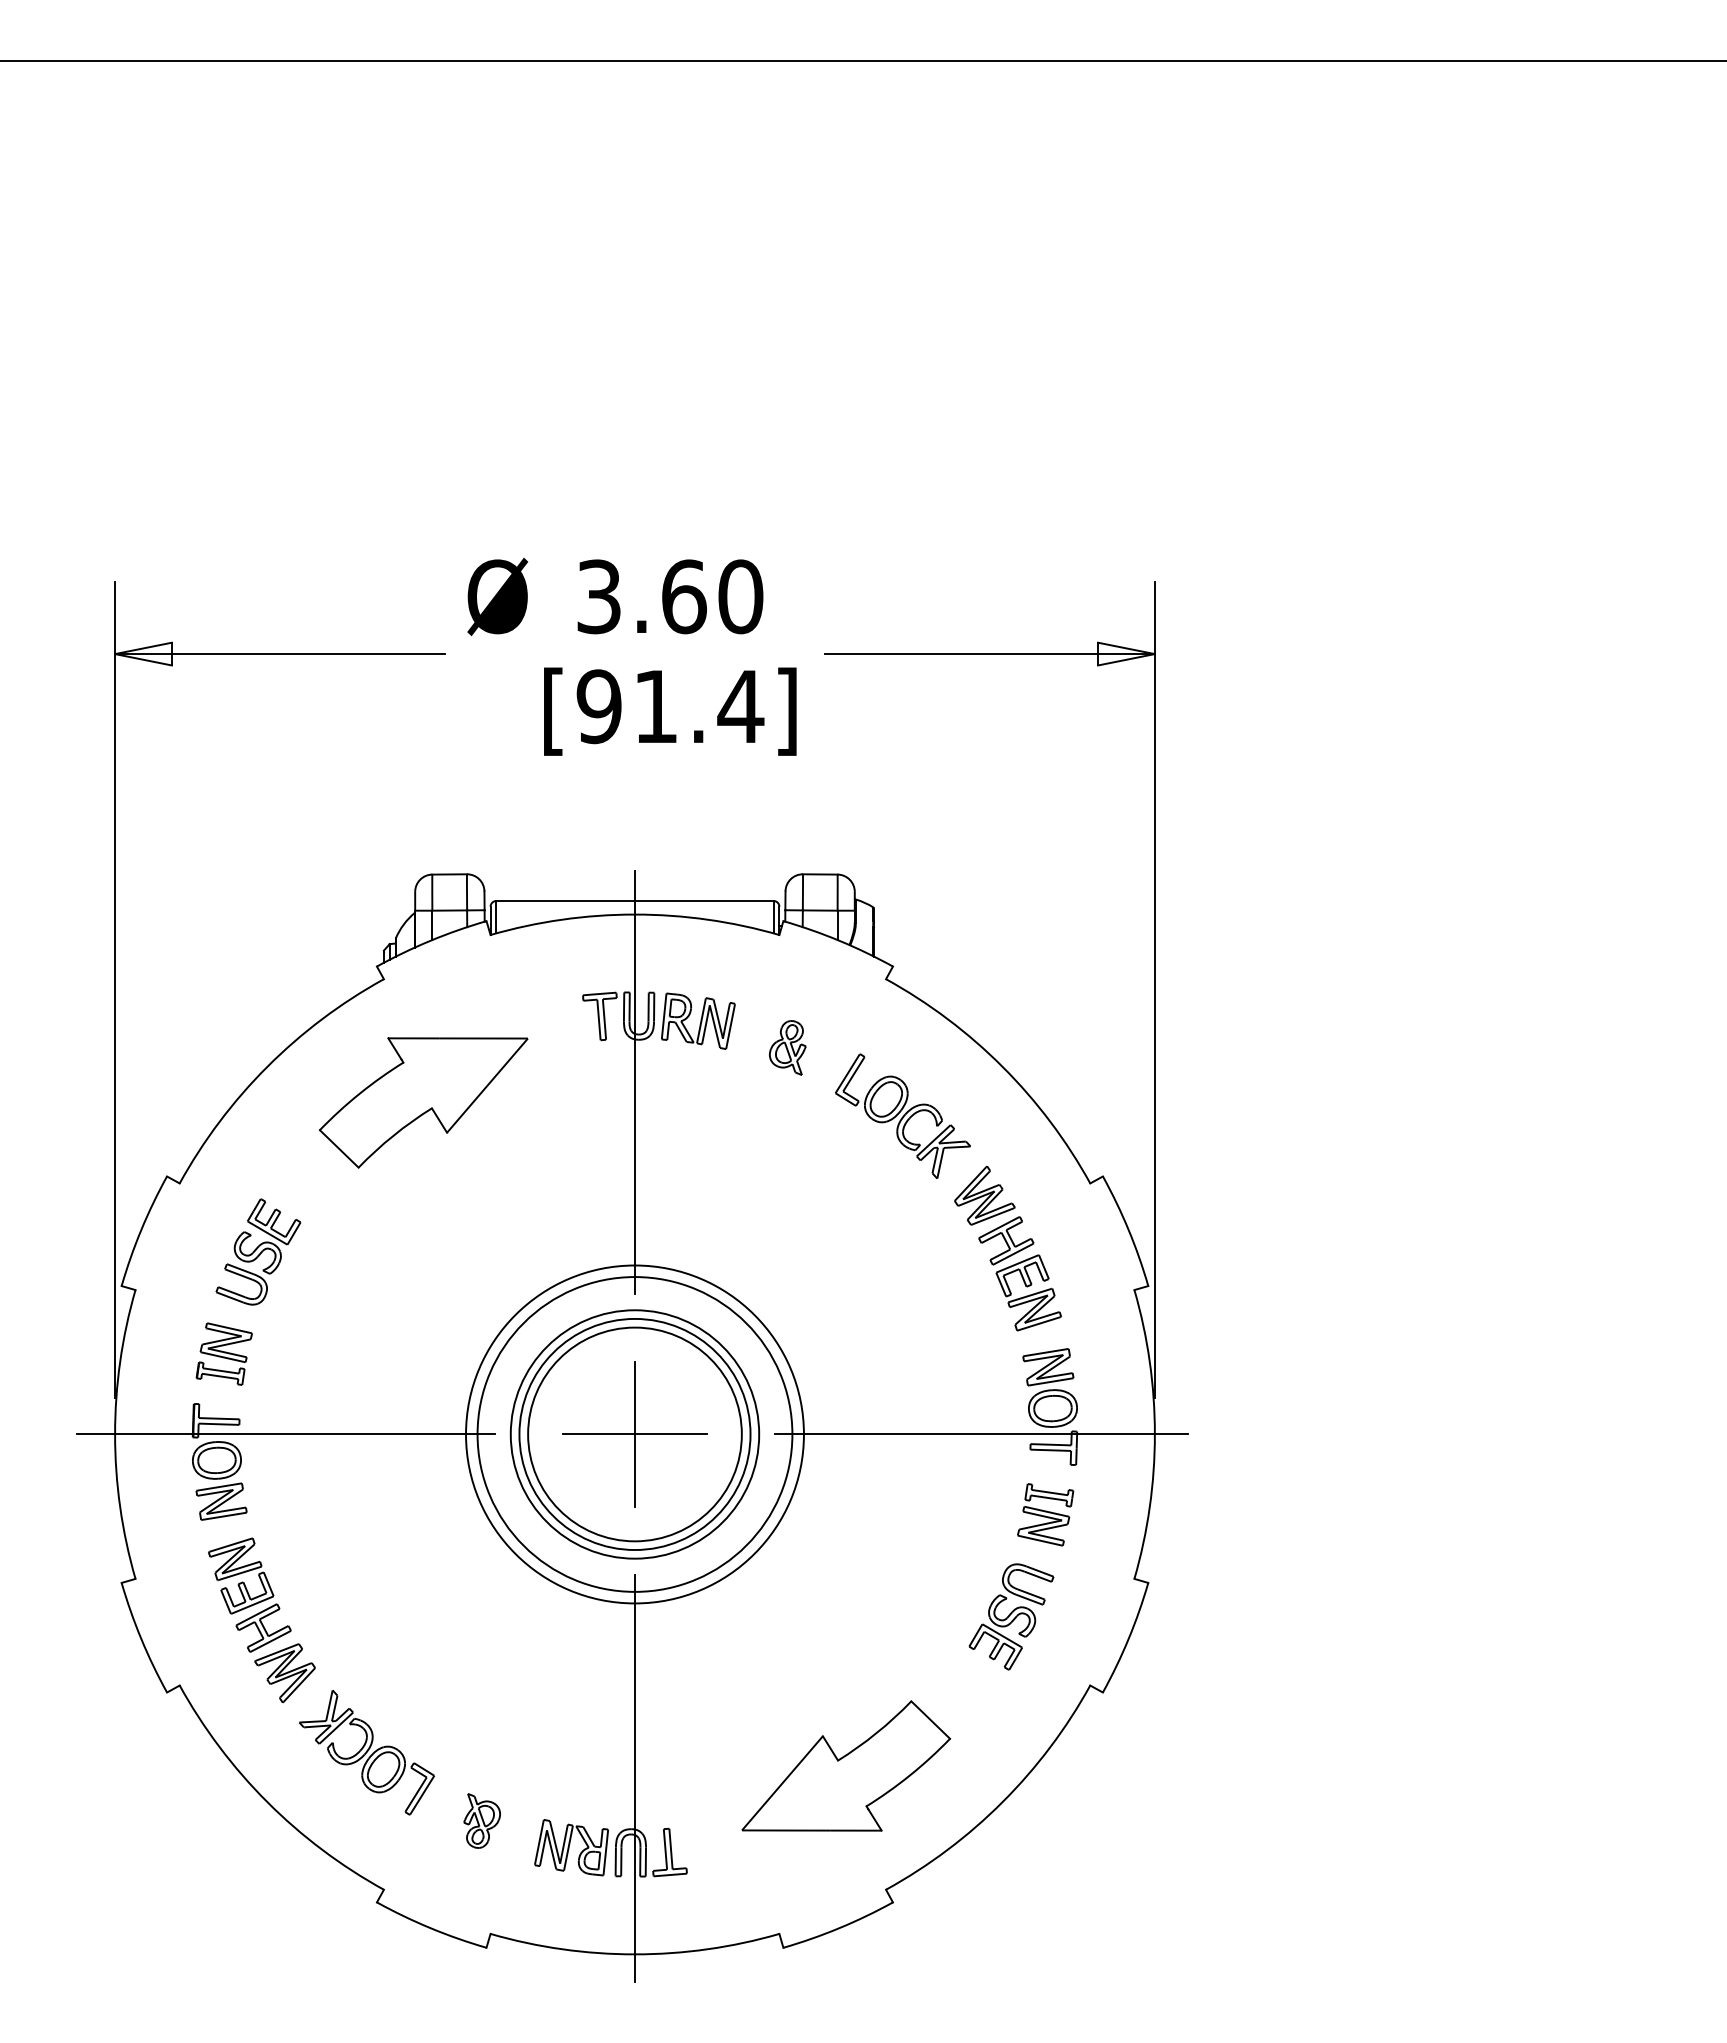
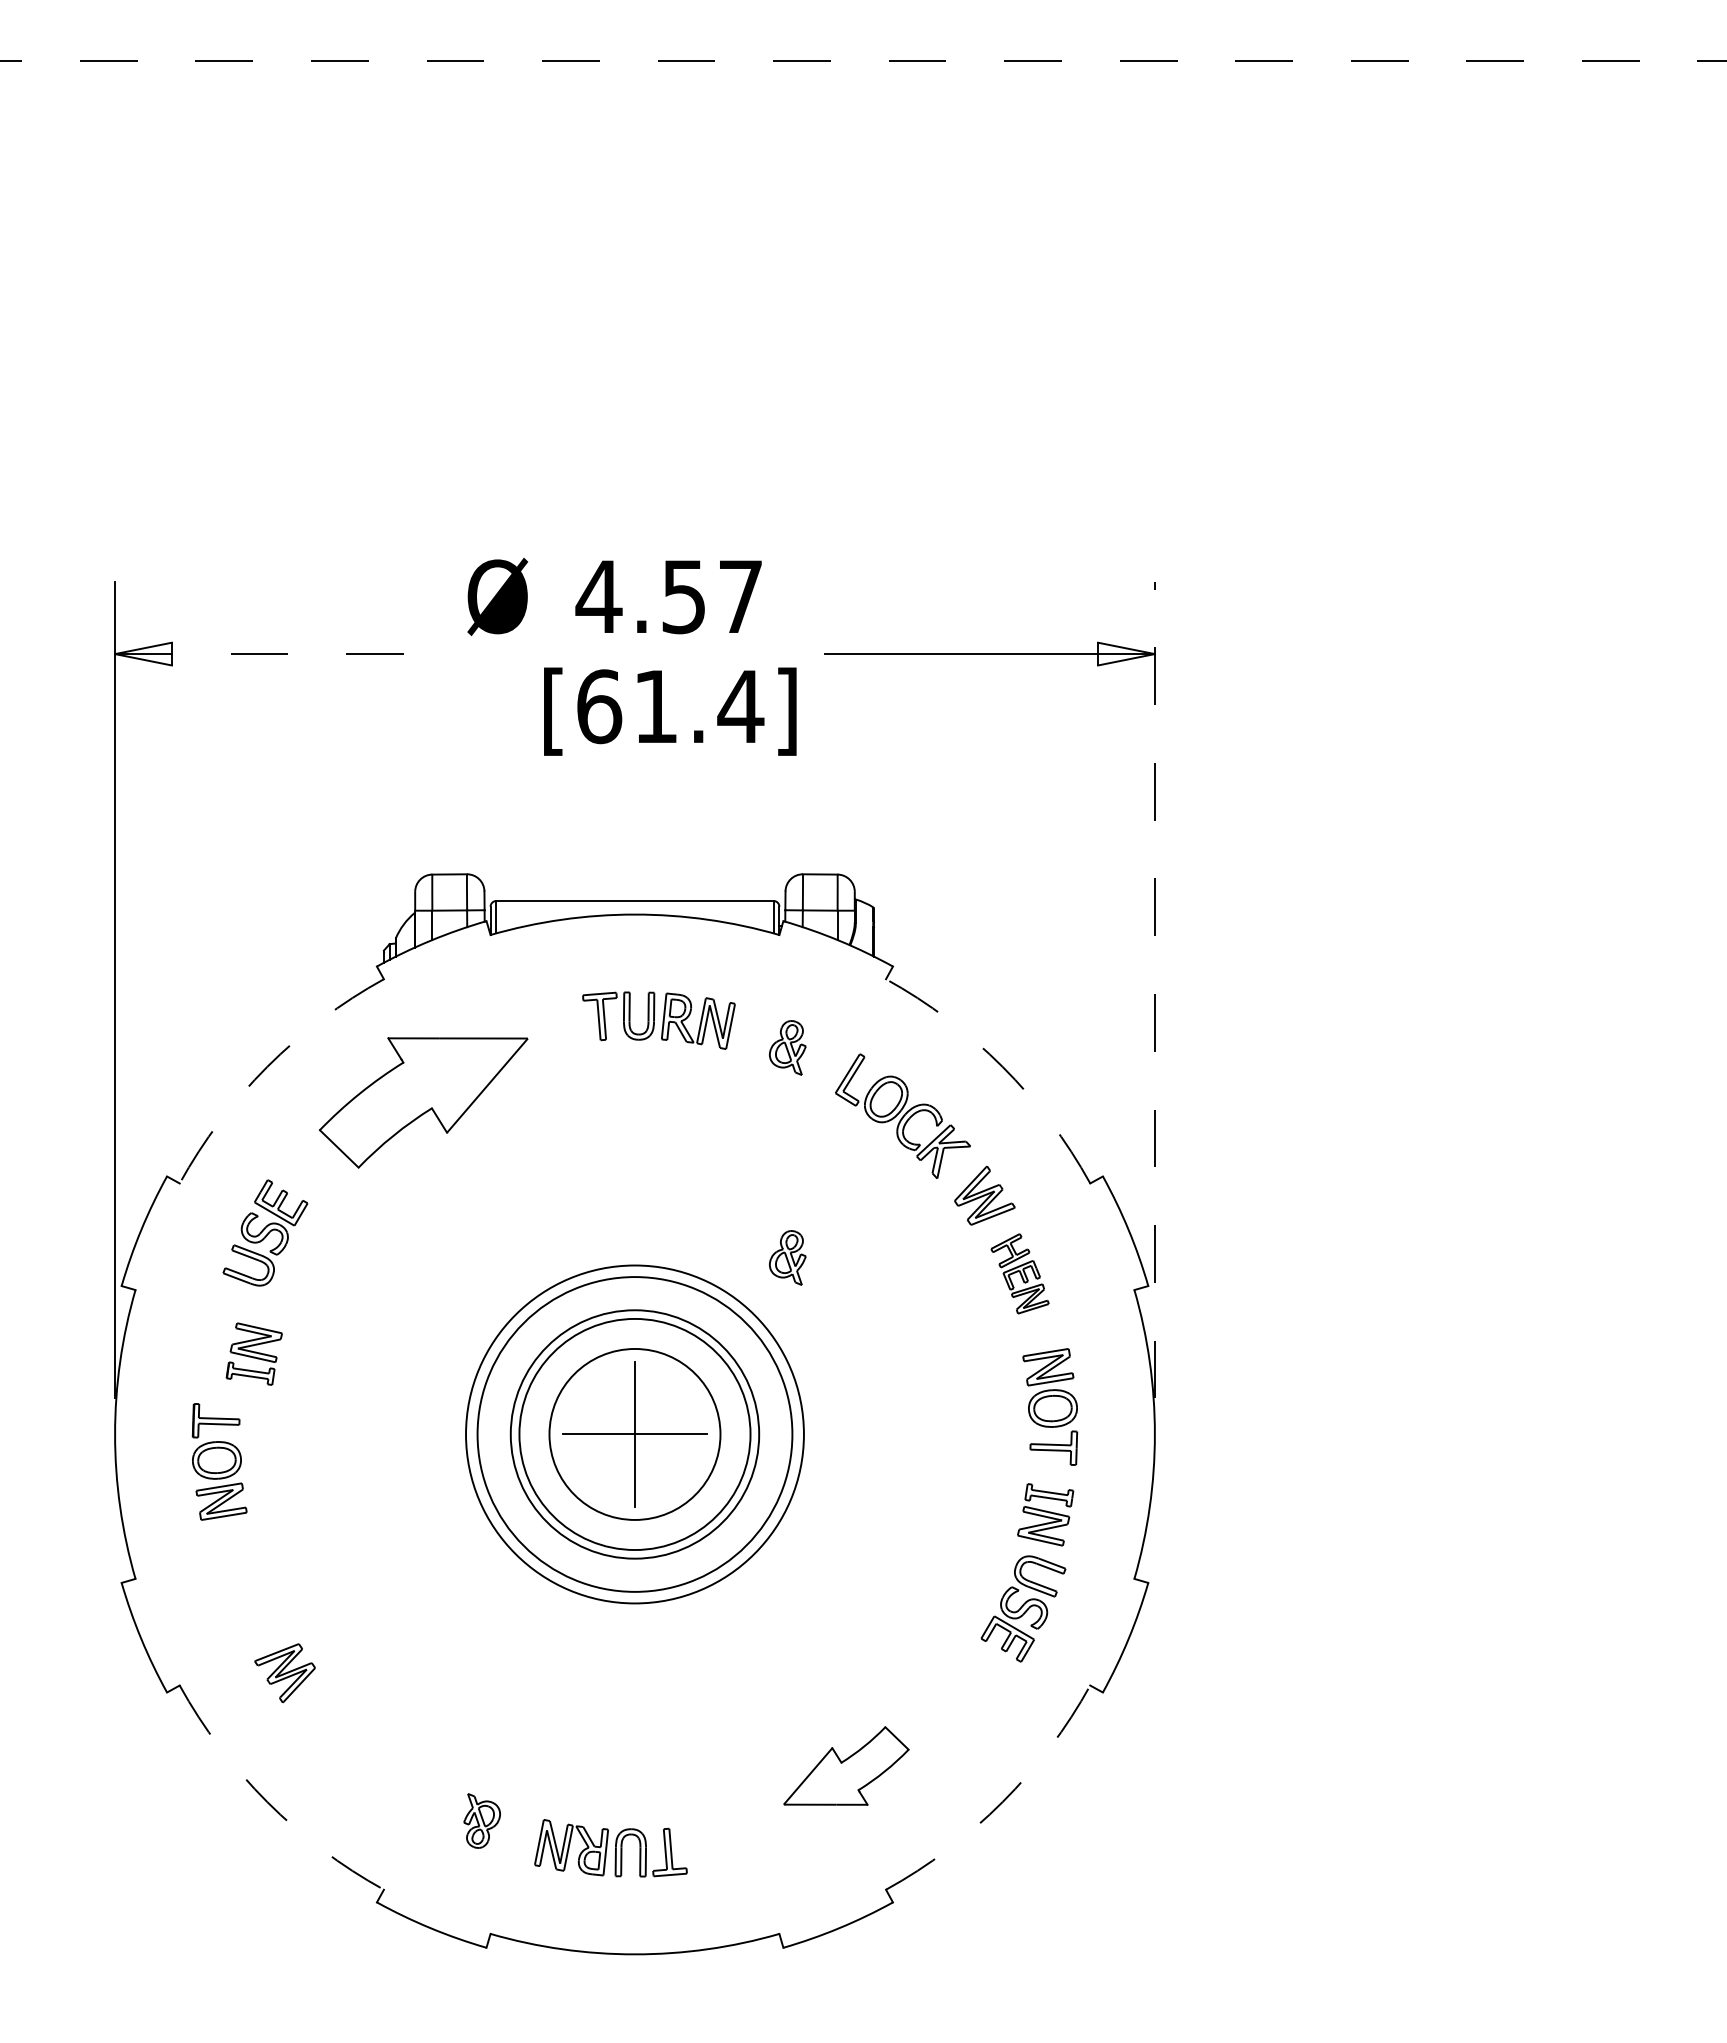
line at (864, 61): solid -> dashed
text at (669, 596): 3.60 -> 4.57
line at (280, 654): solid -> dashed
text at (599, 706): [91.4] -> [61.4]
line at (1154, 989): solid -> dashed
arc at (267, 1066): solid -> dashed
arc at (1002, 1066): solid -> dashed
line at (634, 1082): present -> none
part at (258, 1251) position: (258, 1251) -> (265, 1232)
part at (787, 1257): none -> present
part at (1019, 1273) size: 84x116 px -> 60x82 px
part at (223, 1353) position: (223, 1353) -> (253, 1353)
line at (285, 1434): present -> none
circle at (634, 1434) diameter: 214 px -> 171 px
line at (981, 1434): present -> none
part at (249, 1594): present -> none
part at (1011, 1616) position: (1011, 1616) -> (1023, 1608)
part at (366, 1752): present -> none
part at (846, 1765) size: 211x132 px -> 127x80 px
line at (634, 1777): present -> none
arc at (267, 1802): solid -> dashed
arc at (1002, 1802): solid -> dashed
